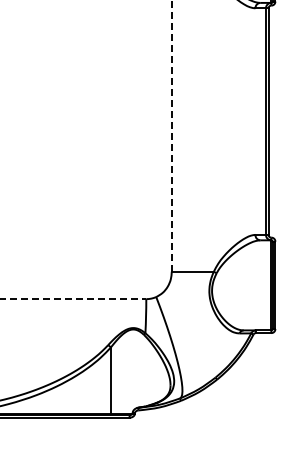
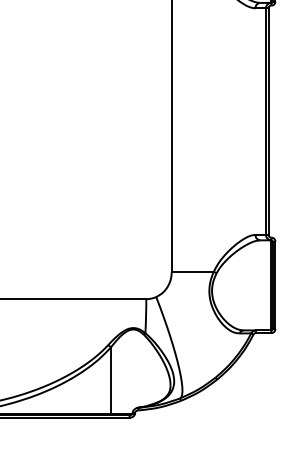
line at (171, 135): dashed -> solid
line at (73, 299): dashed -> solid
